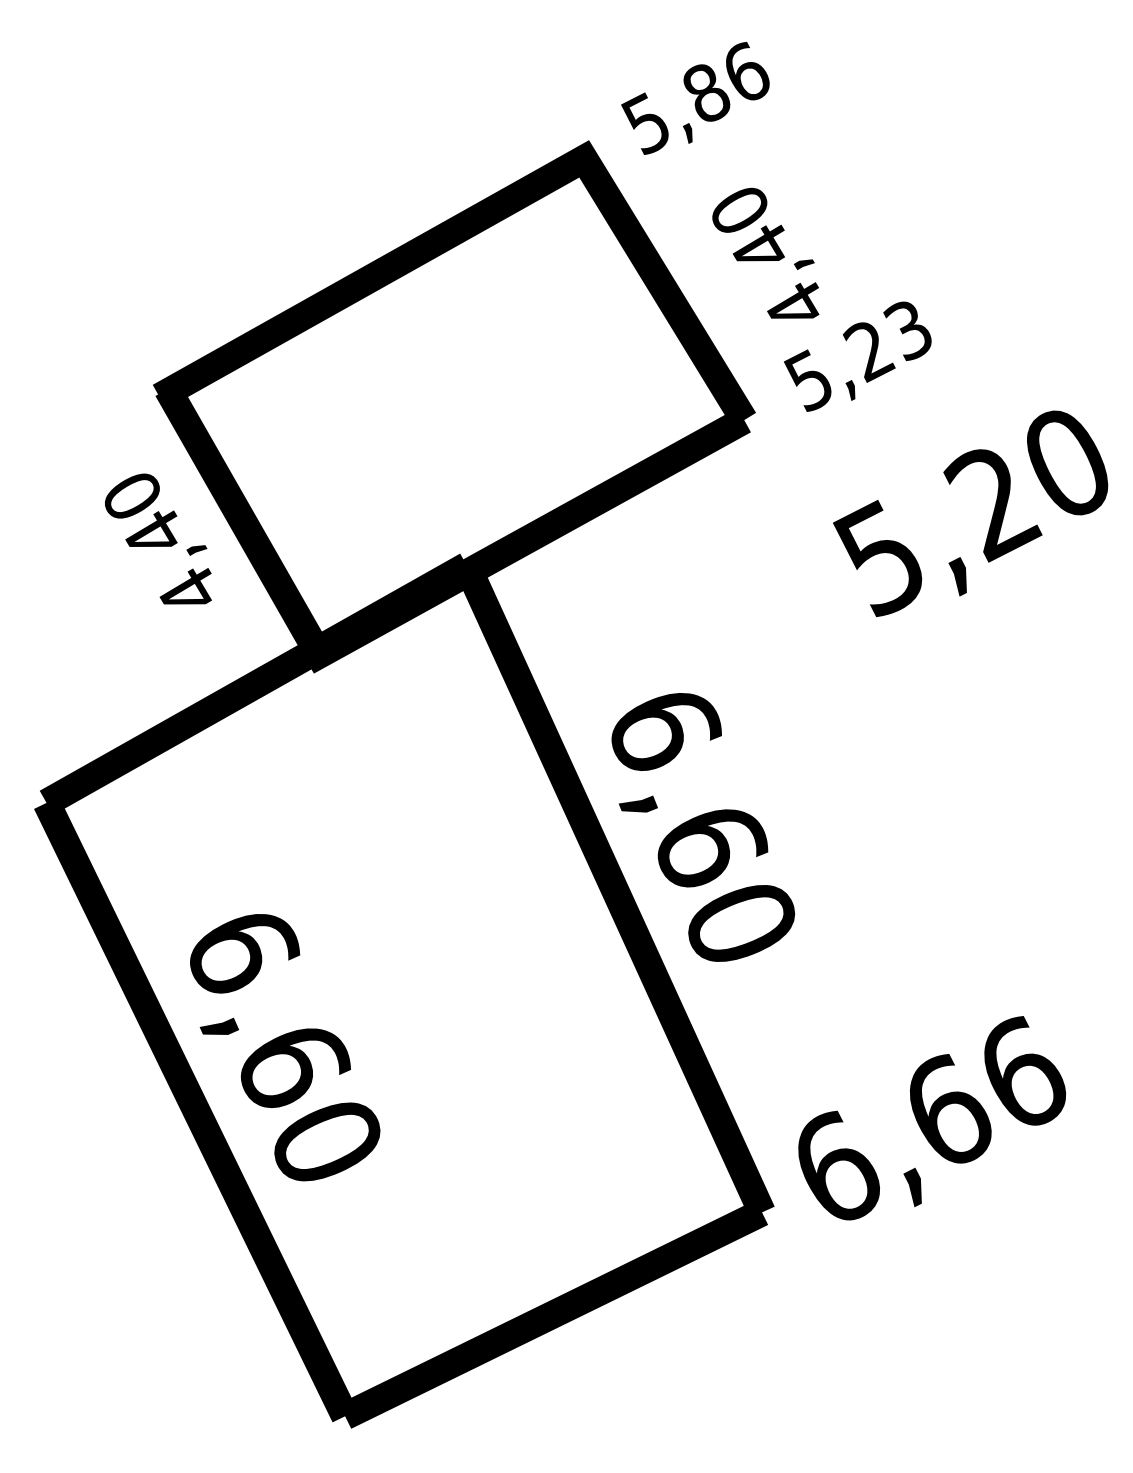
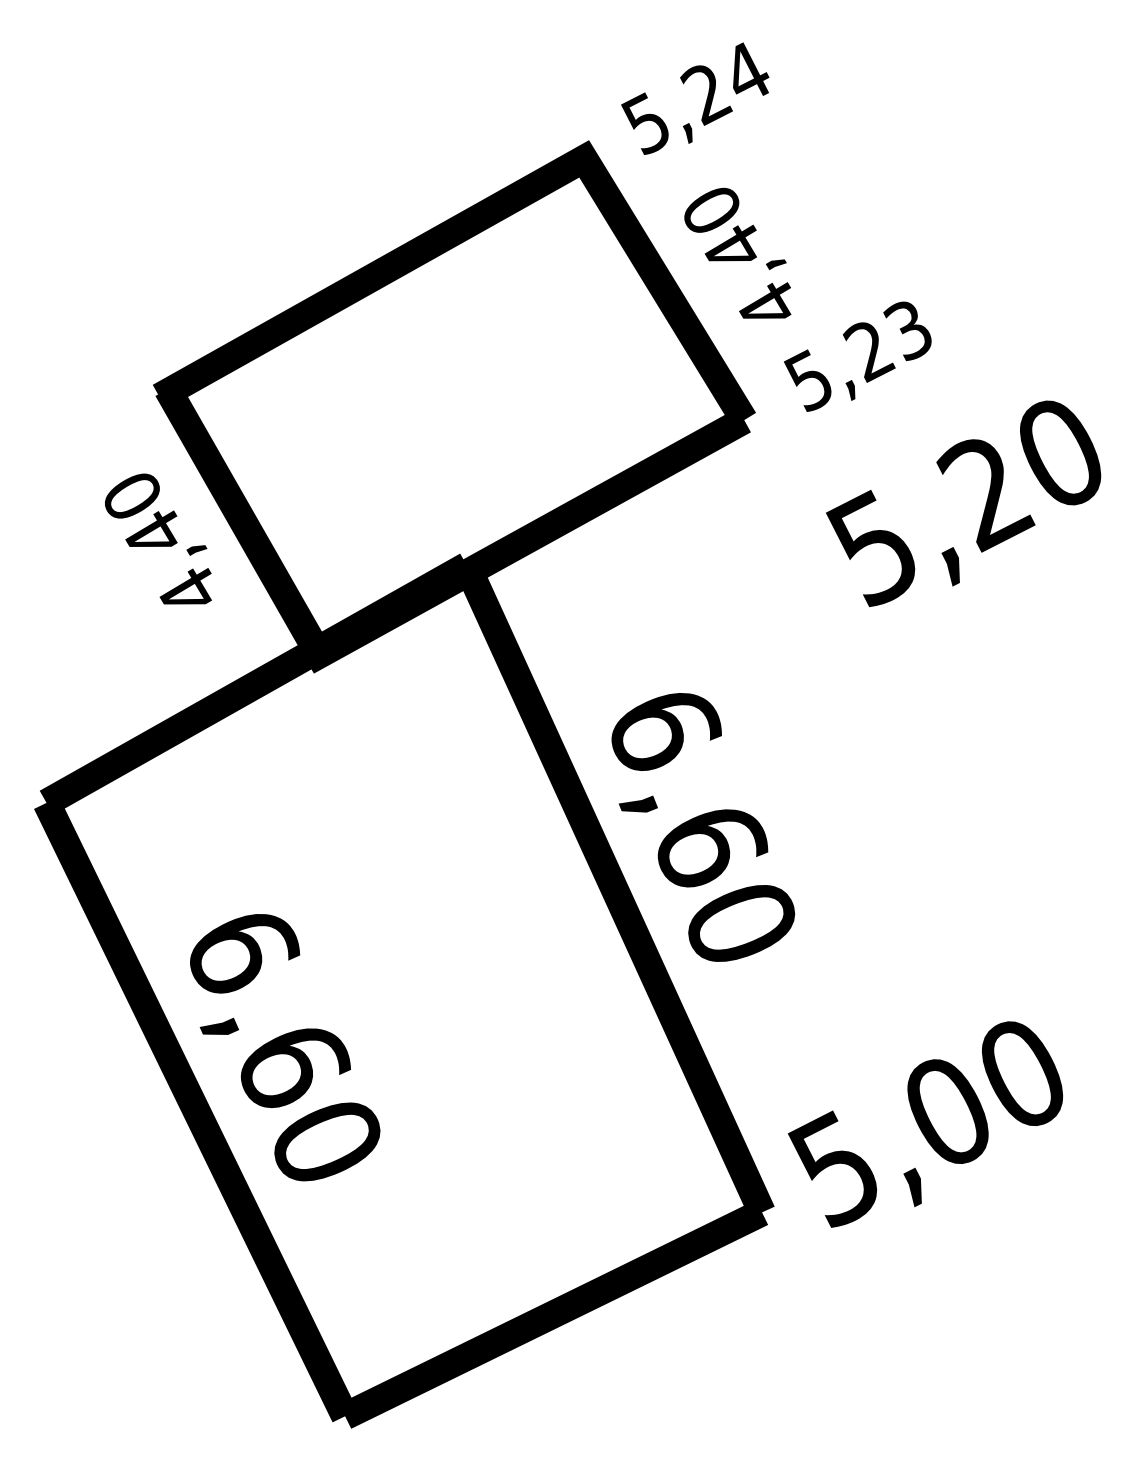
text at (724, 83): 5,86 -> 5,24
text at (765, 252) position: (765, 252) -> (737, 252)
text at (970, 513) position: (970, 513) -> (963, 503)
text at (926, 1121): 6,66 -> 5,00
